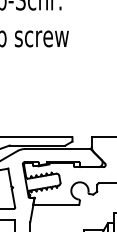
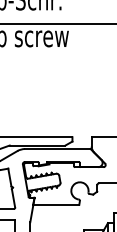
line at (57, 24): none -> present
